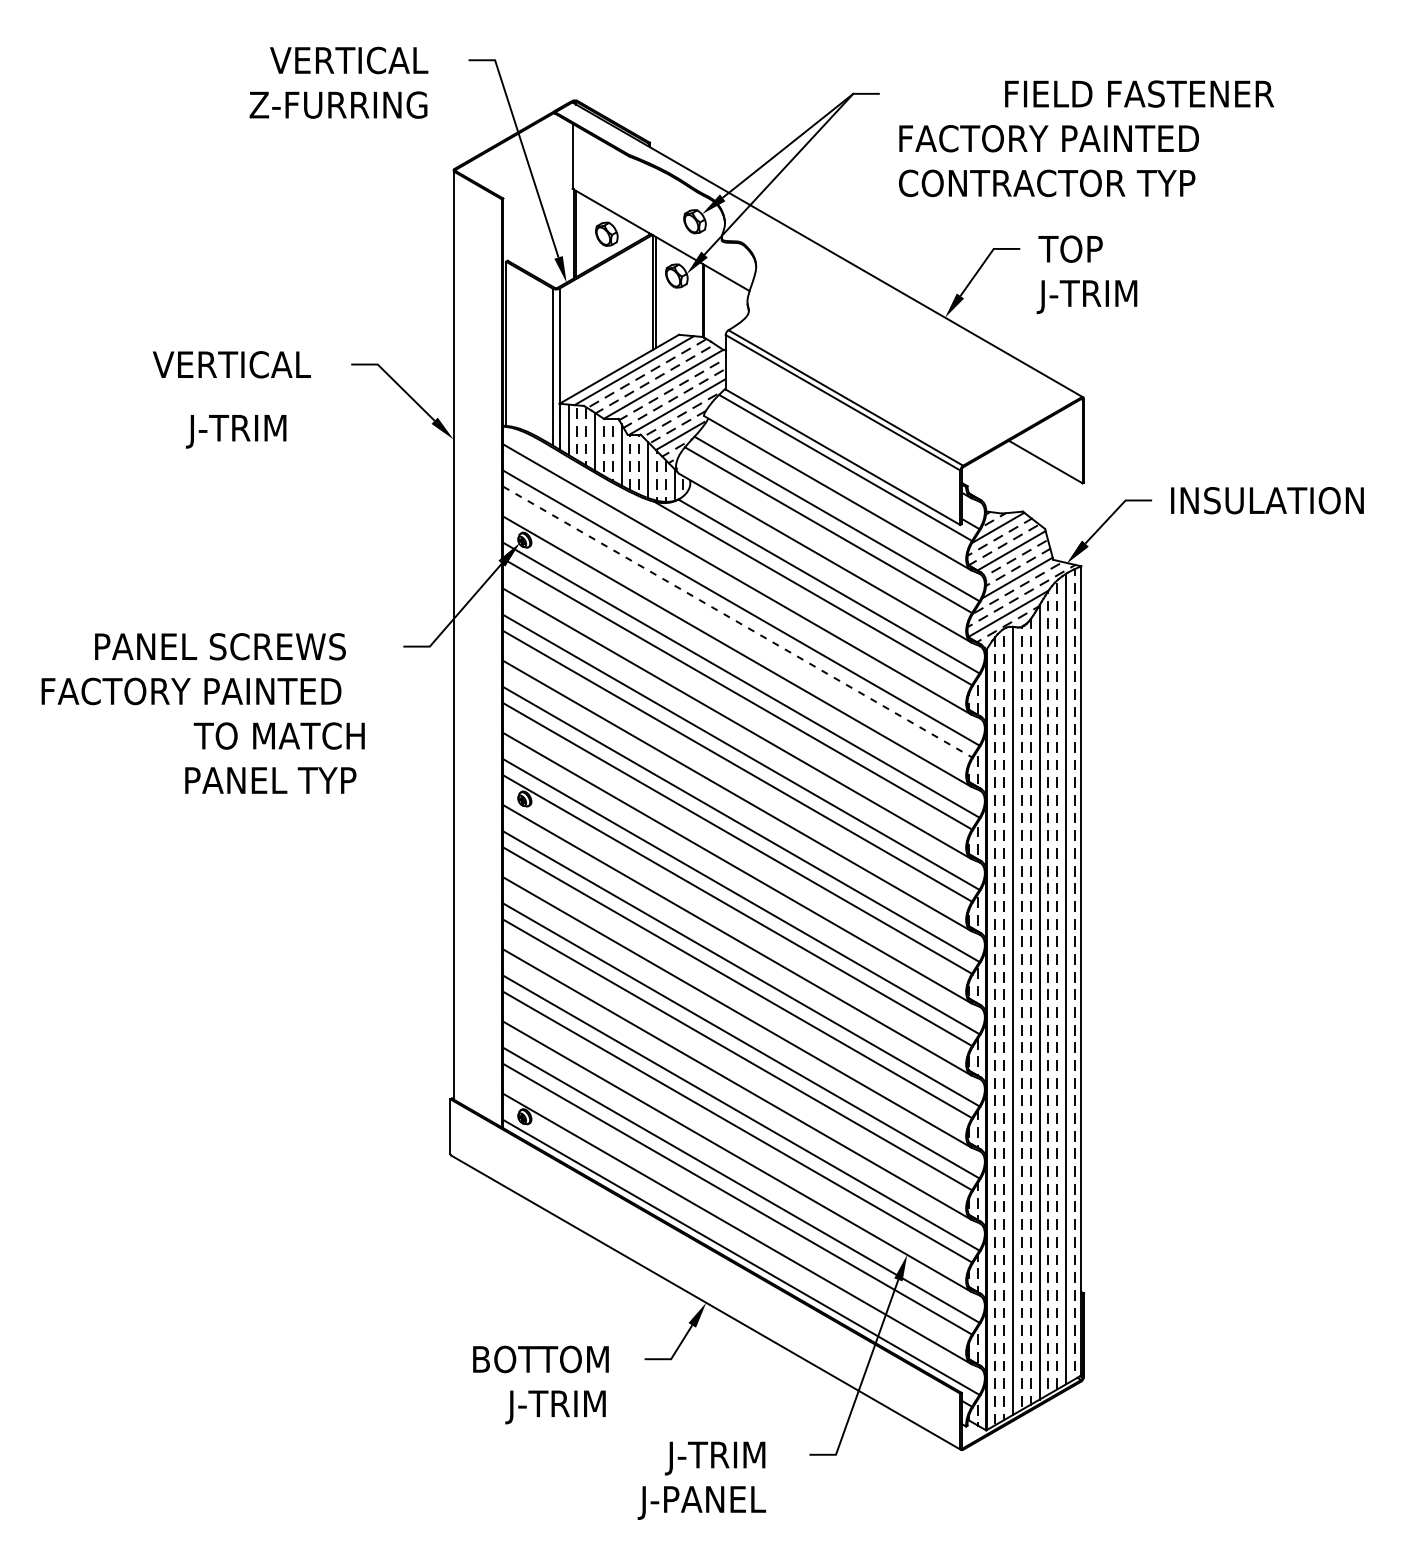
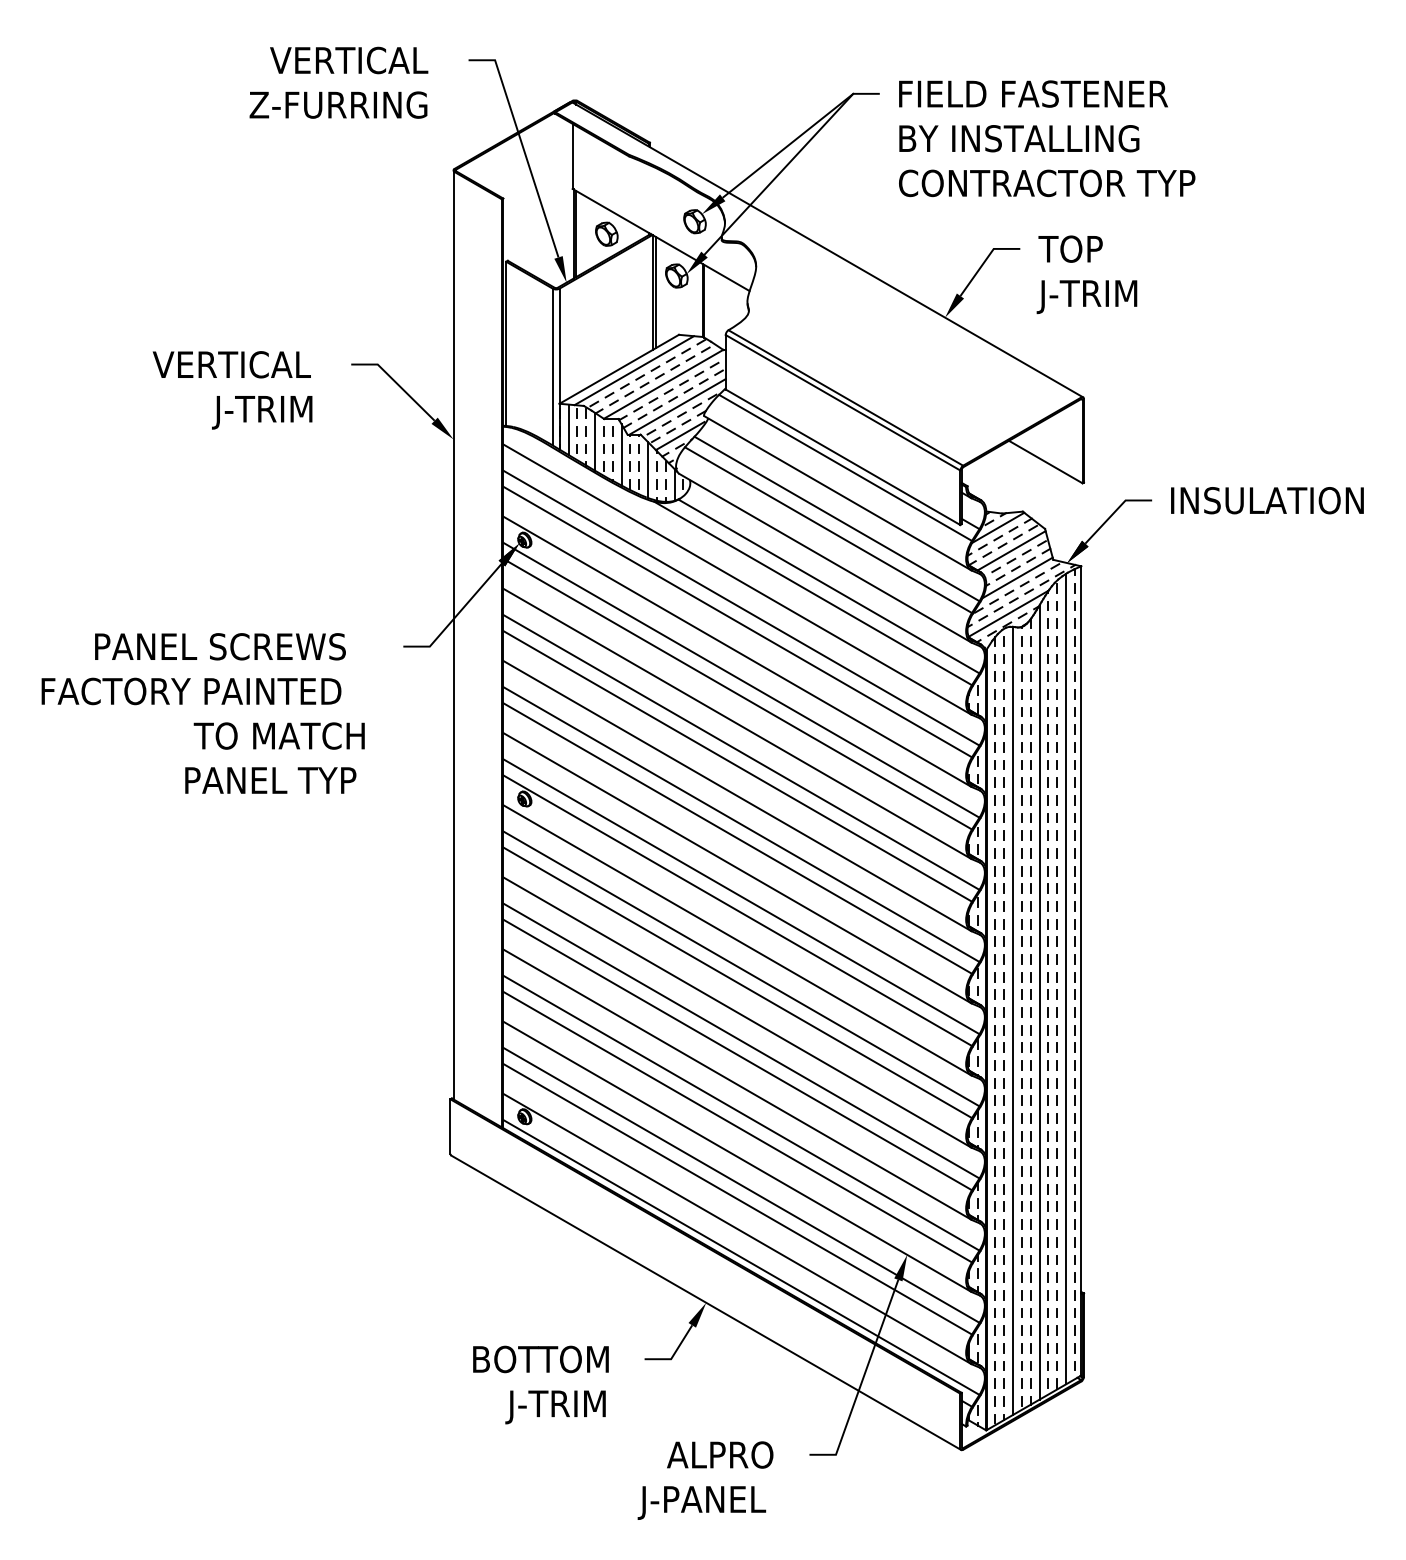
text at (1139, 93) position: (1139, 93) -> (1033, 93)
text at (1050, 138): FACTORY PAINTED -> BY INSTALLING
text at (236, 431) position: (236, 431) -> (262, 412)
line at (737, 622): dashed -> solid
text at (718, 1458): J-TRIM -> ALPRO
